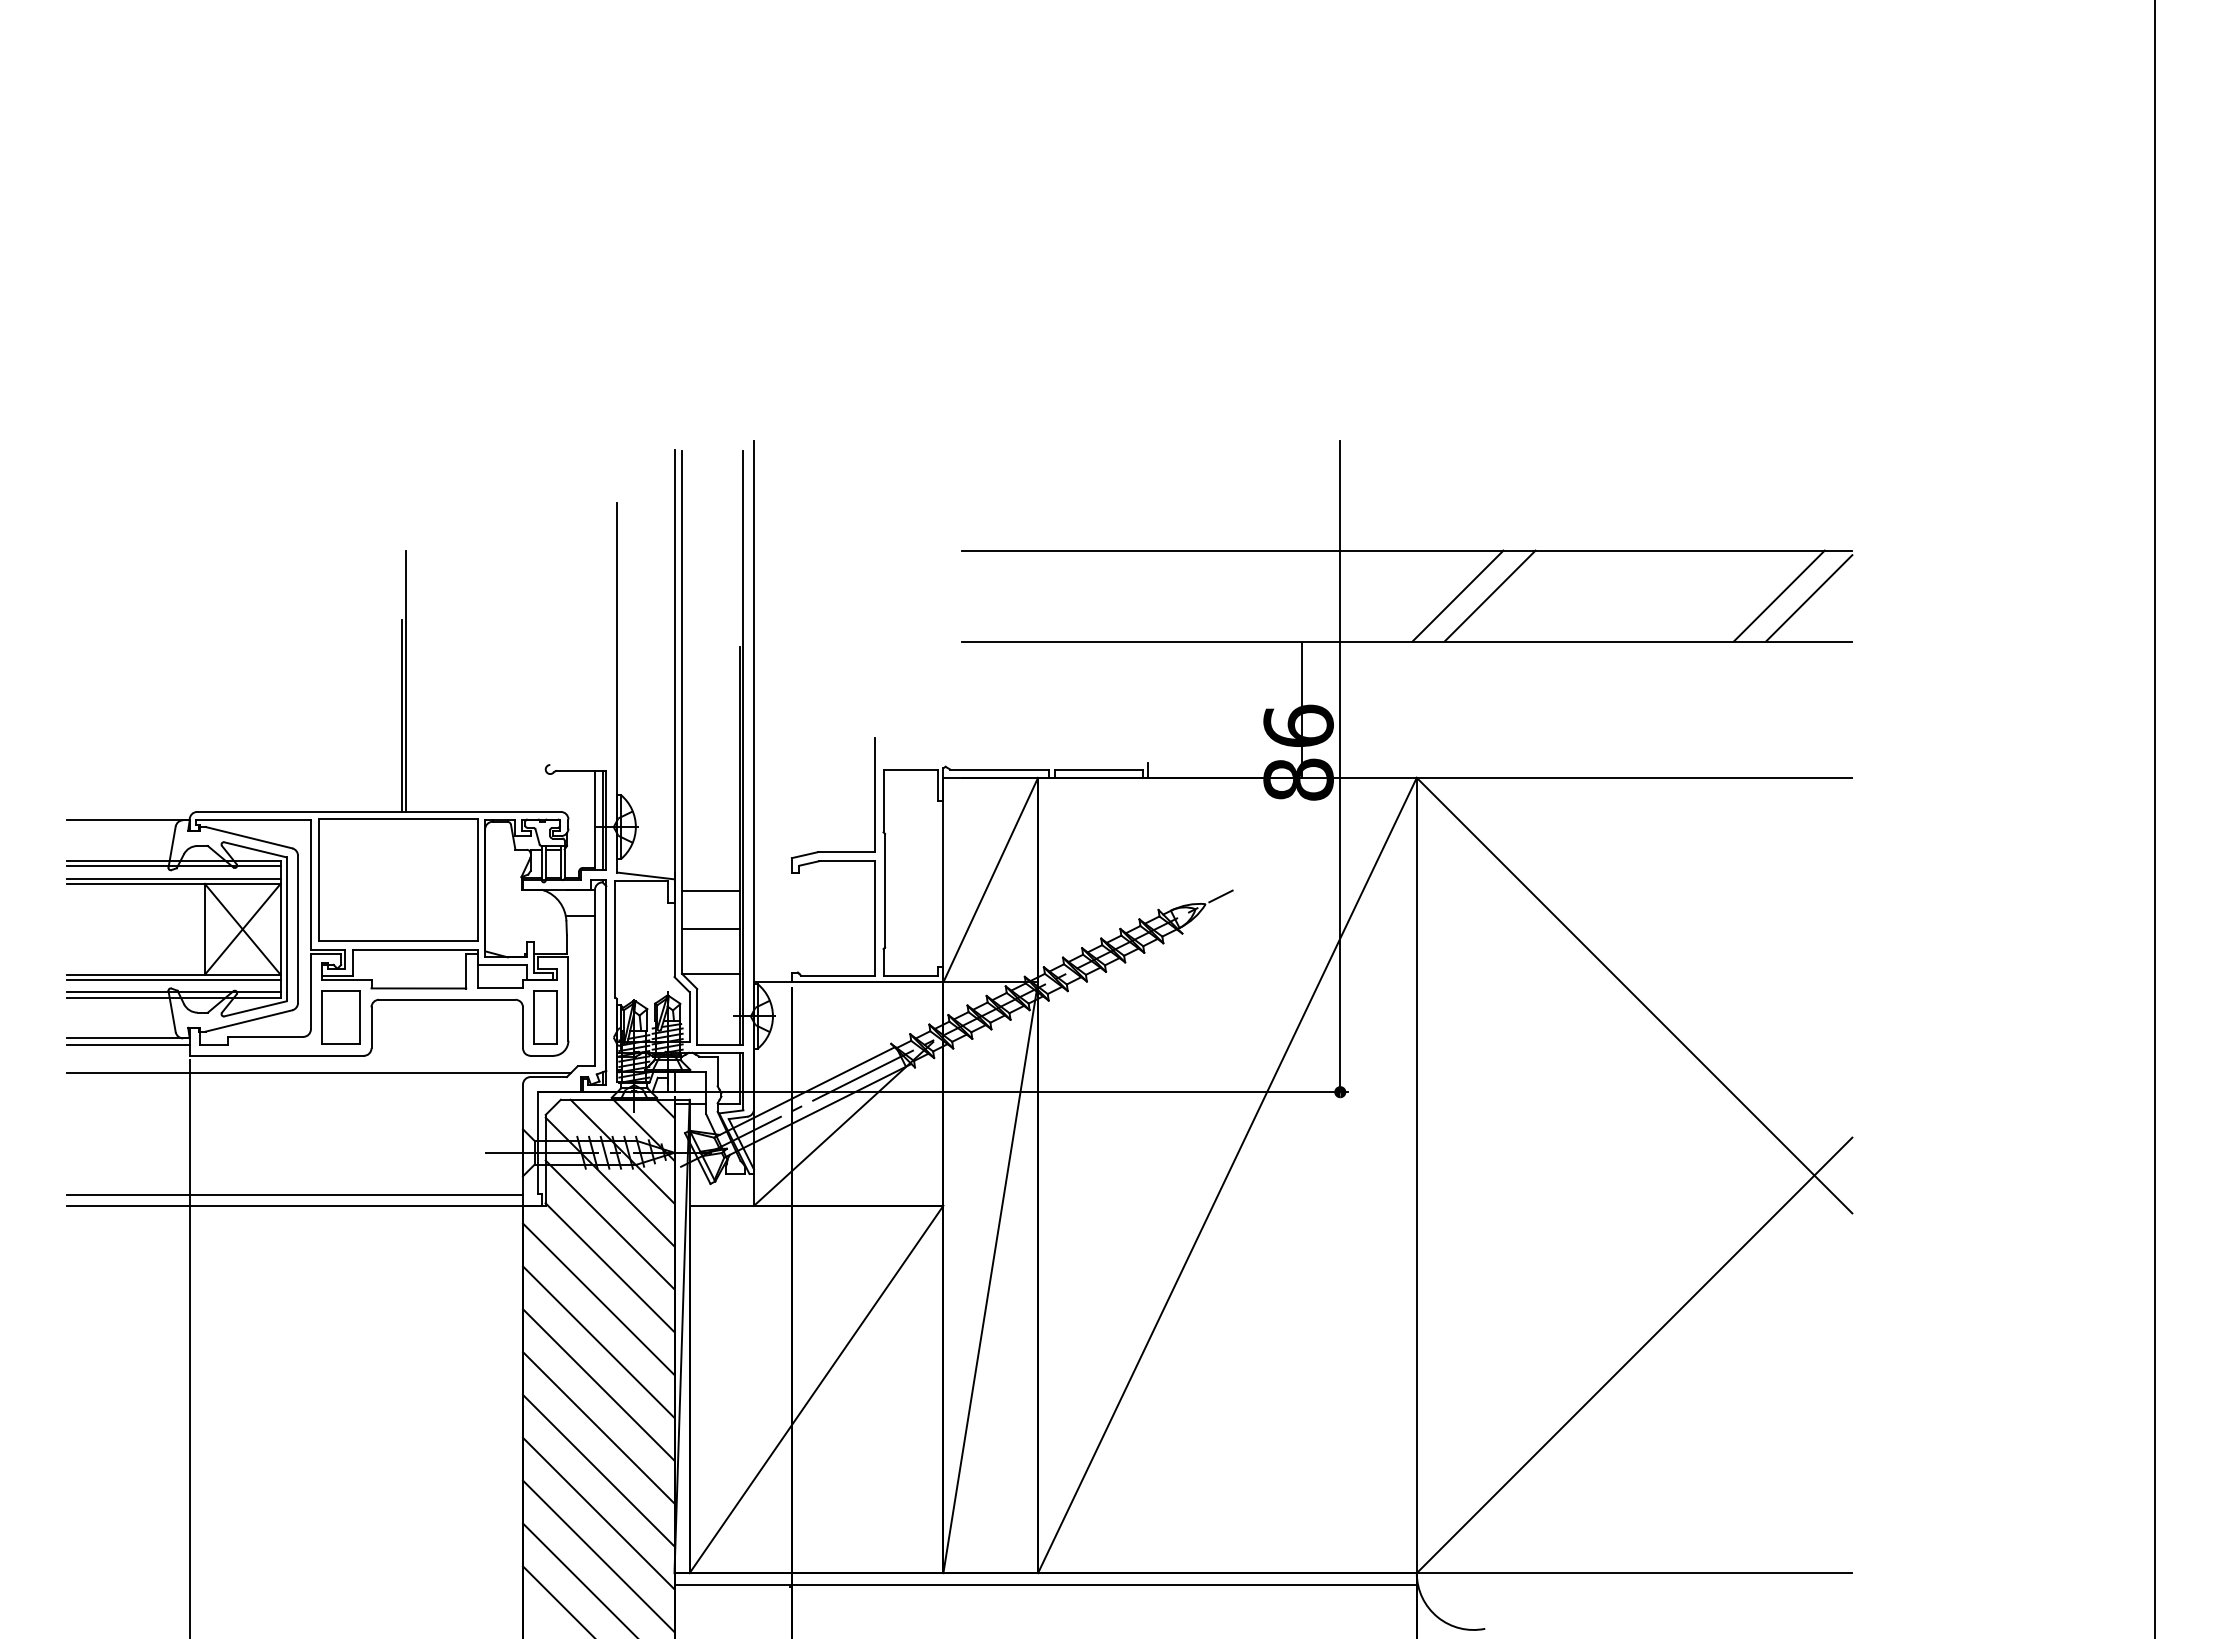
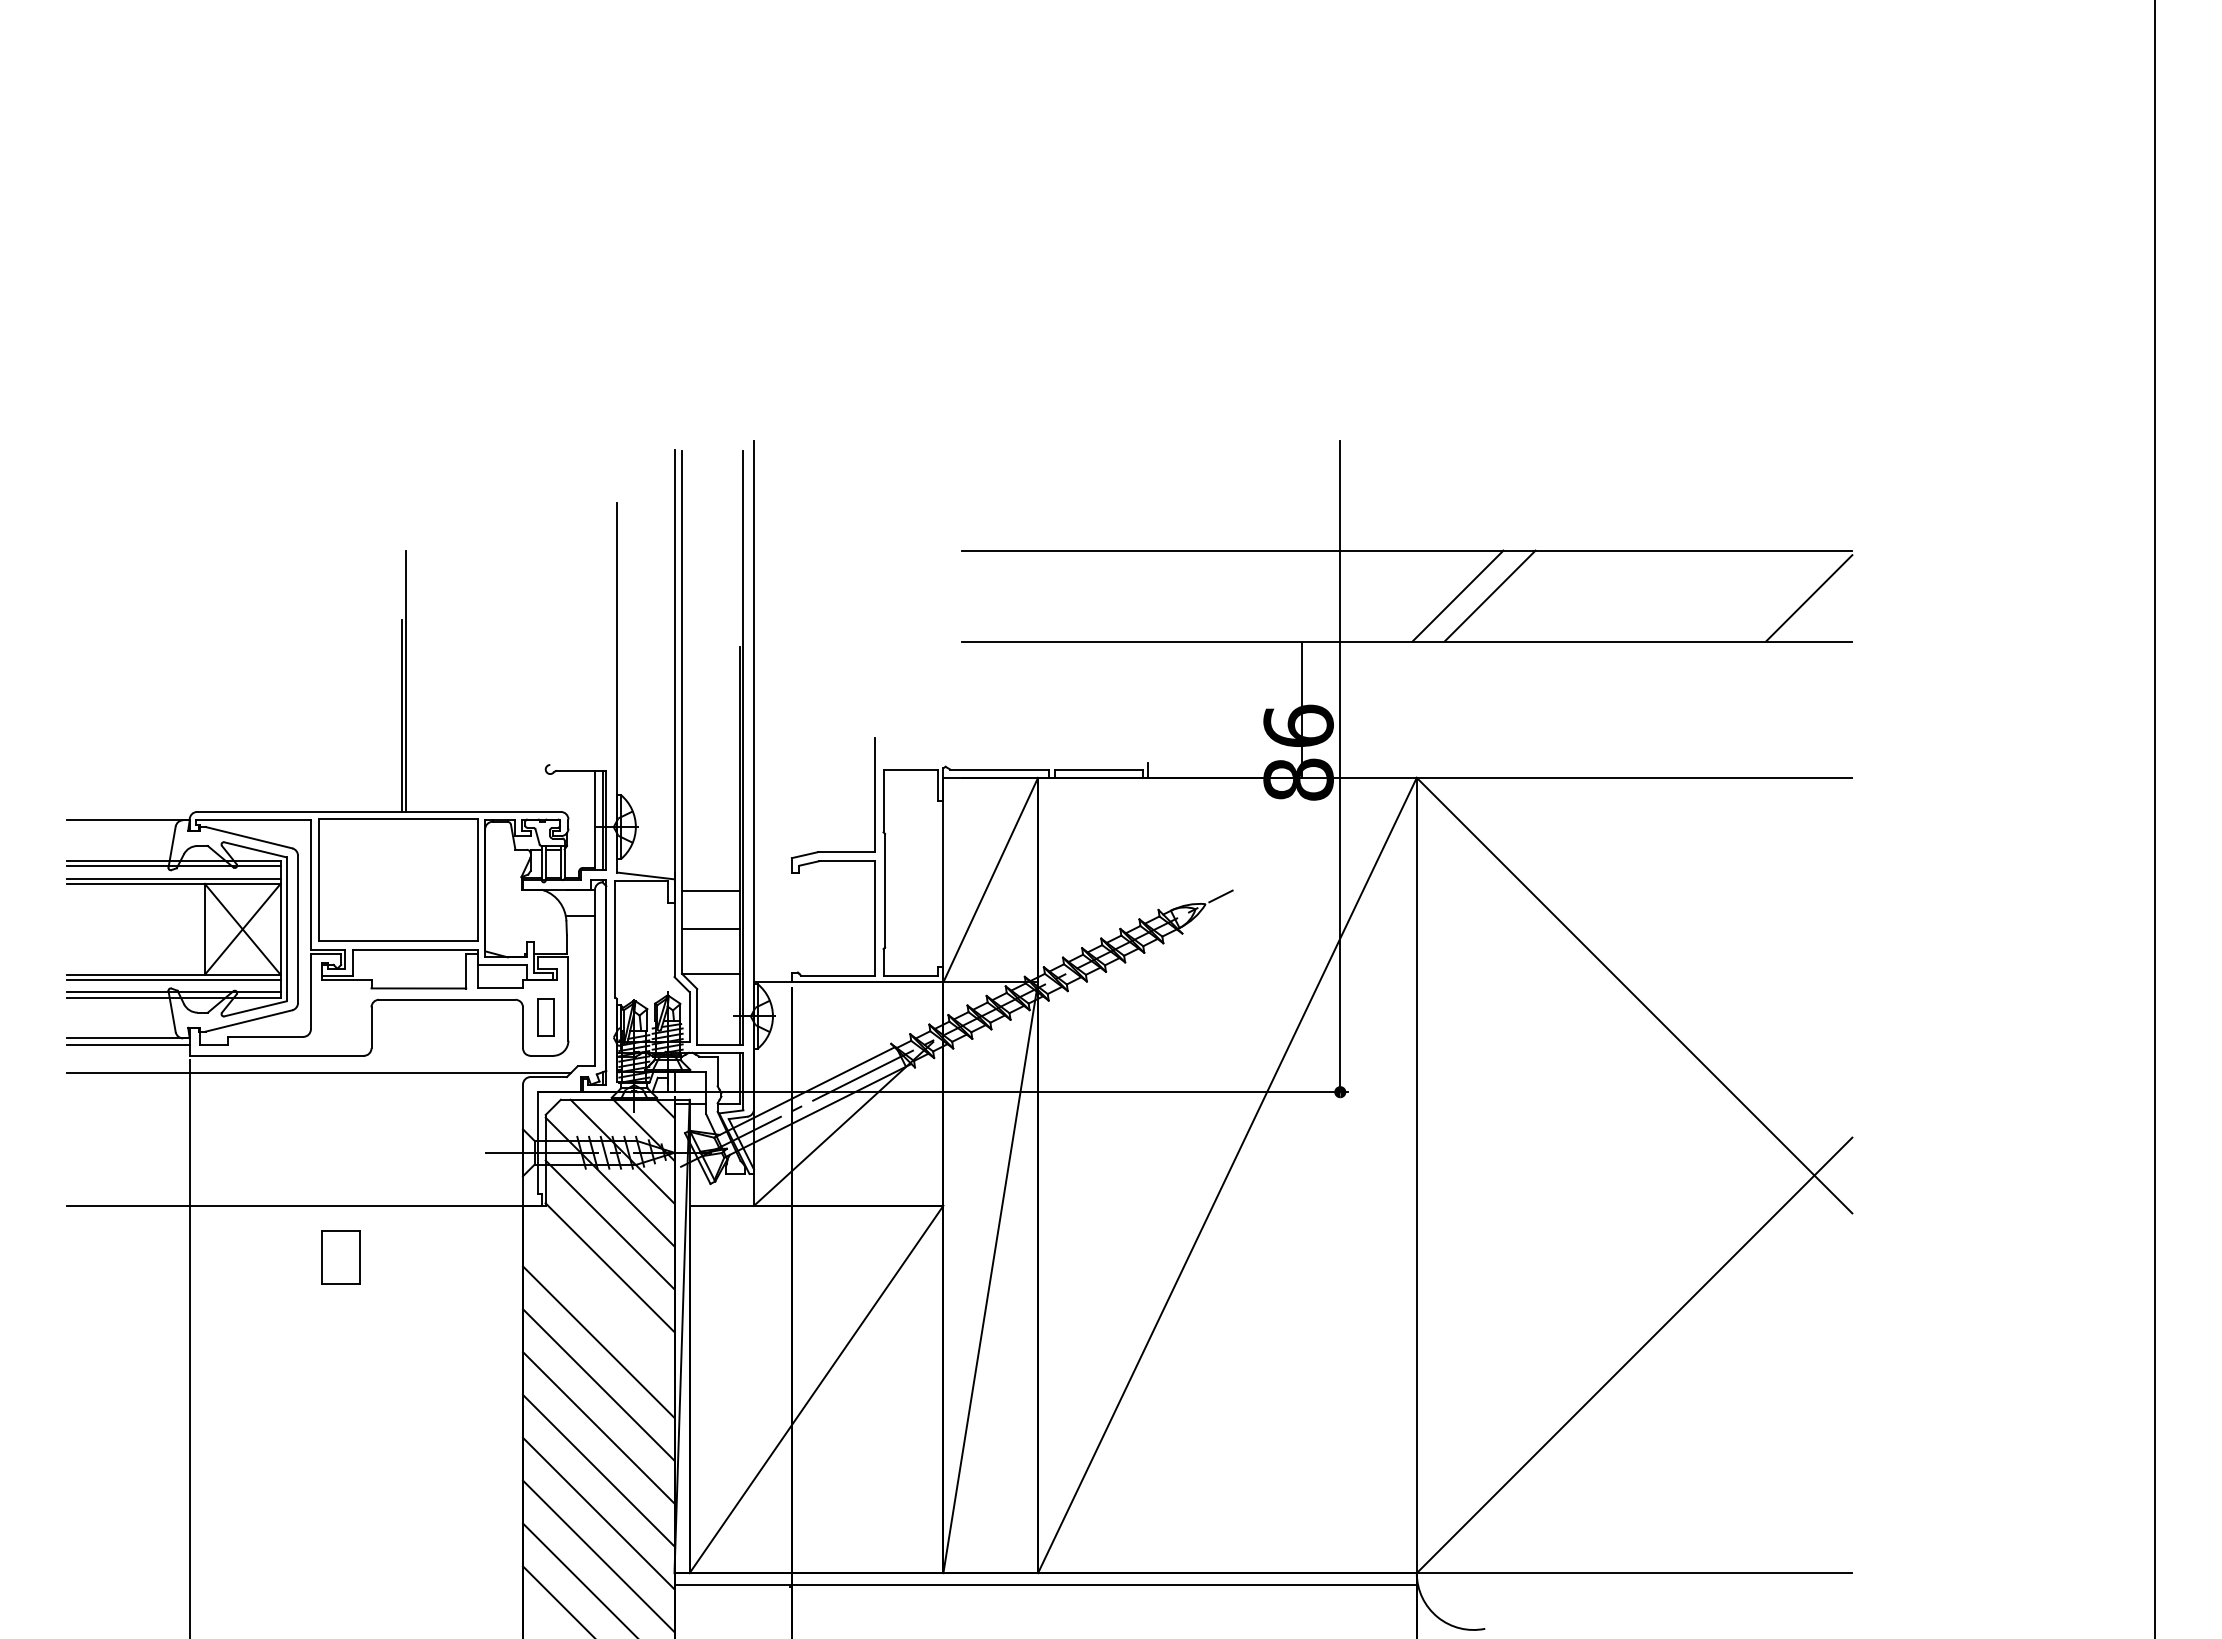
line at (1778, 595): present -> none
part at (340, 1017) position: (340, 1017) -> (340, 1257)
part at (545, 1017) size: 25x55 px -> 18x39 px
line at (294, 1195): present -> none
line at (598, 1299): present -> none
